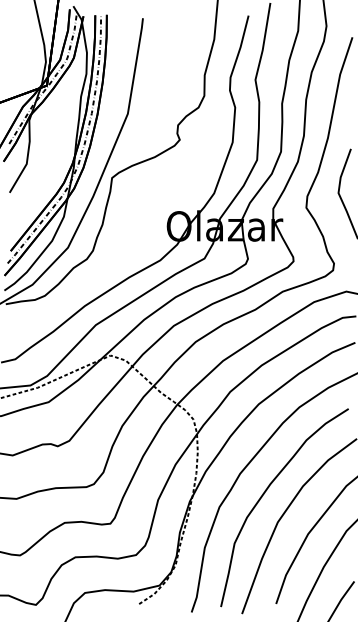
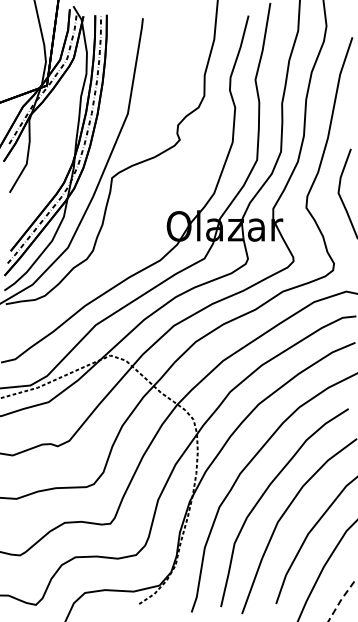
line at (340, 600): solid -> dashed
